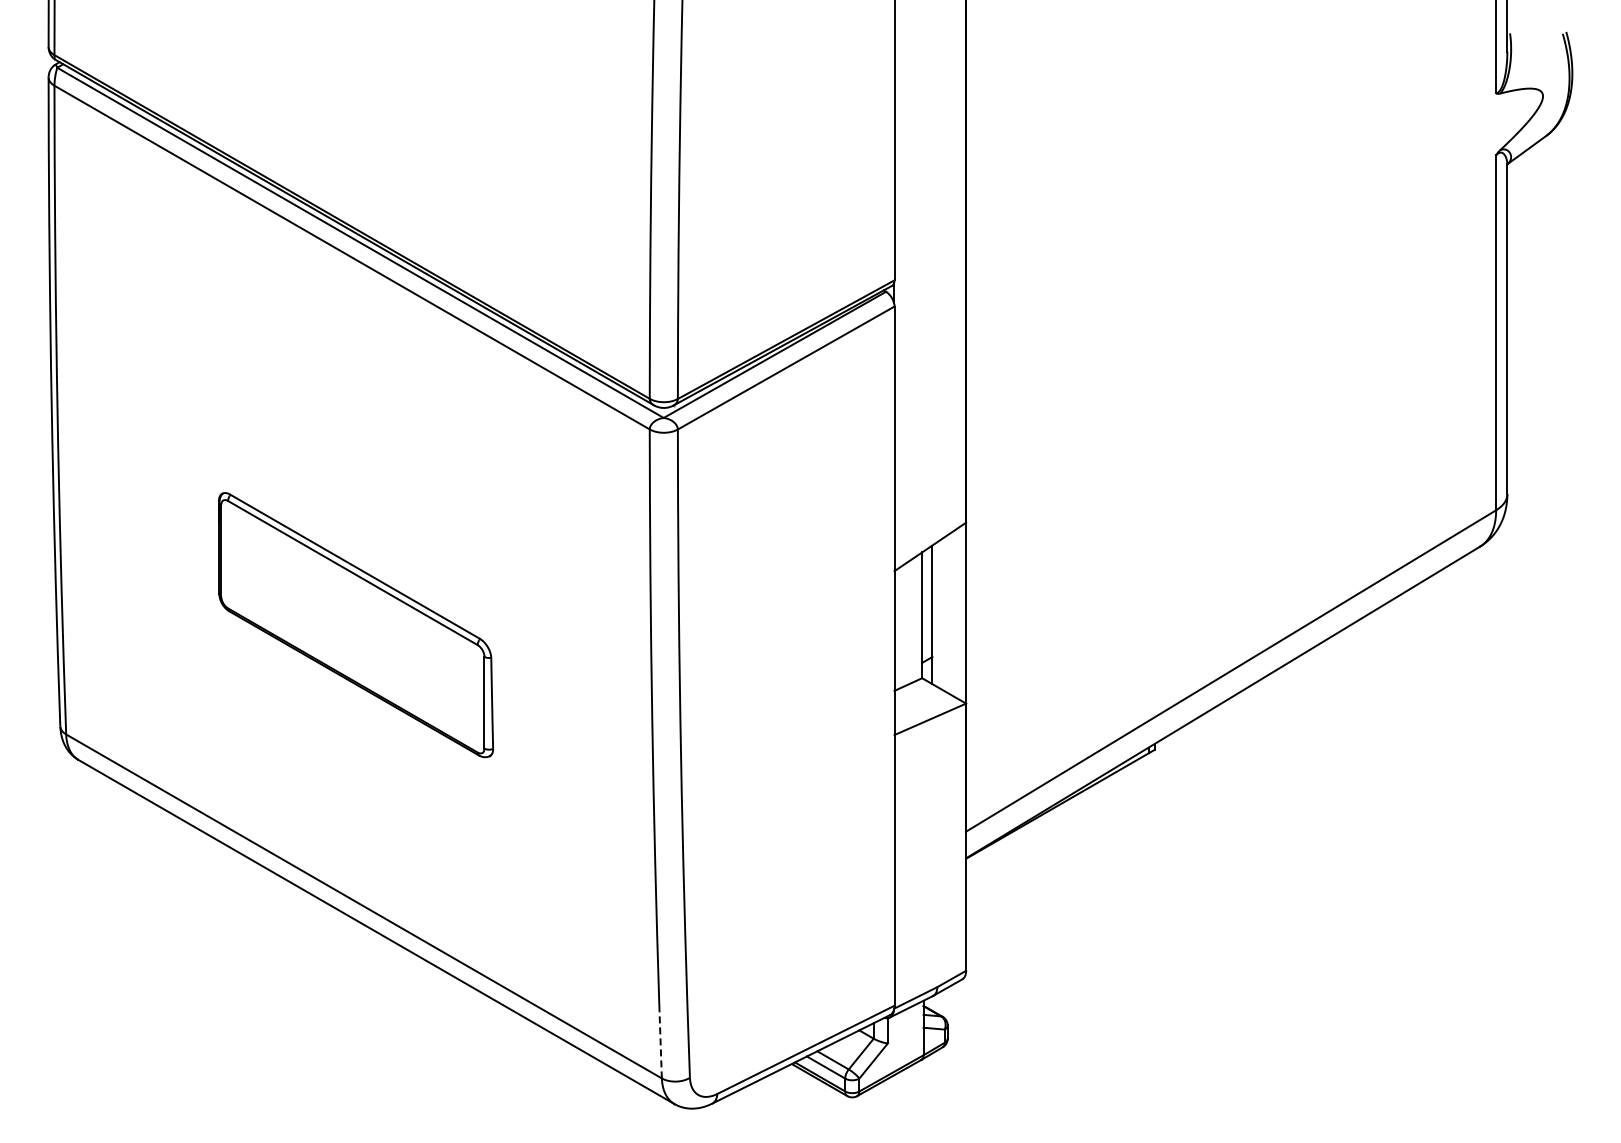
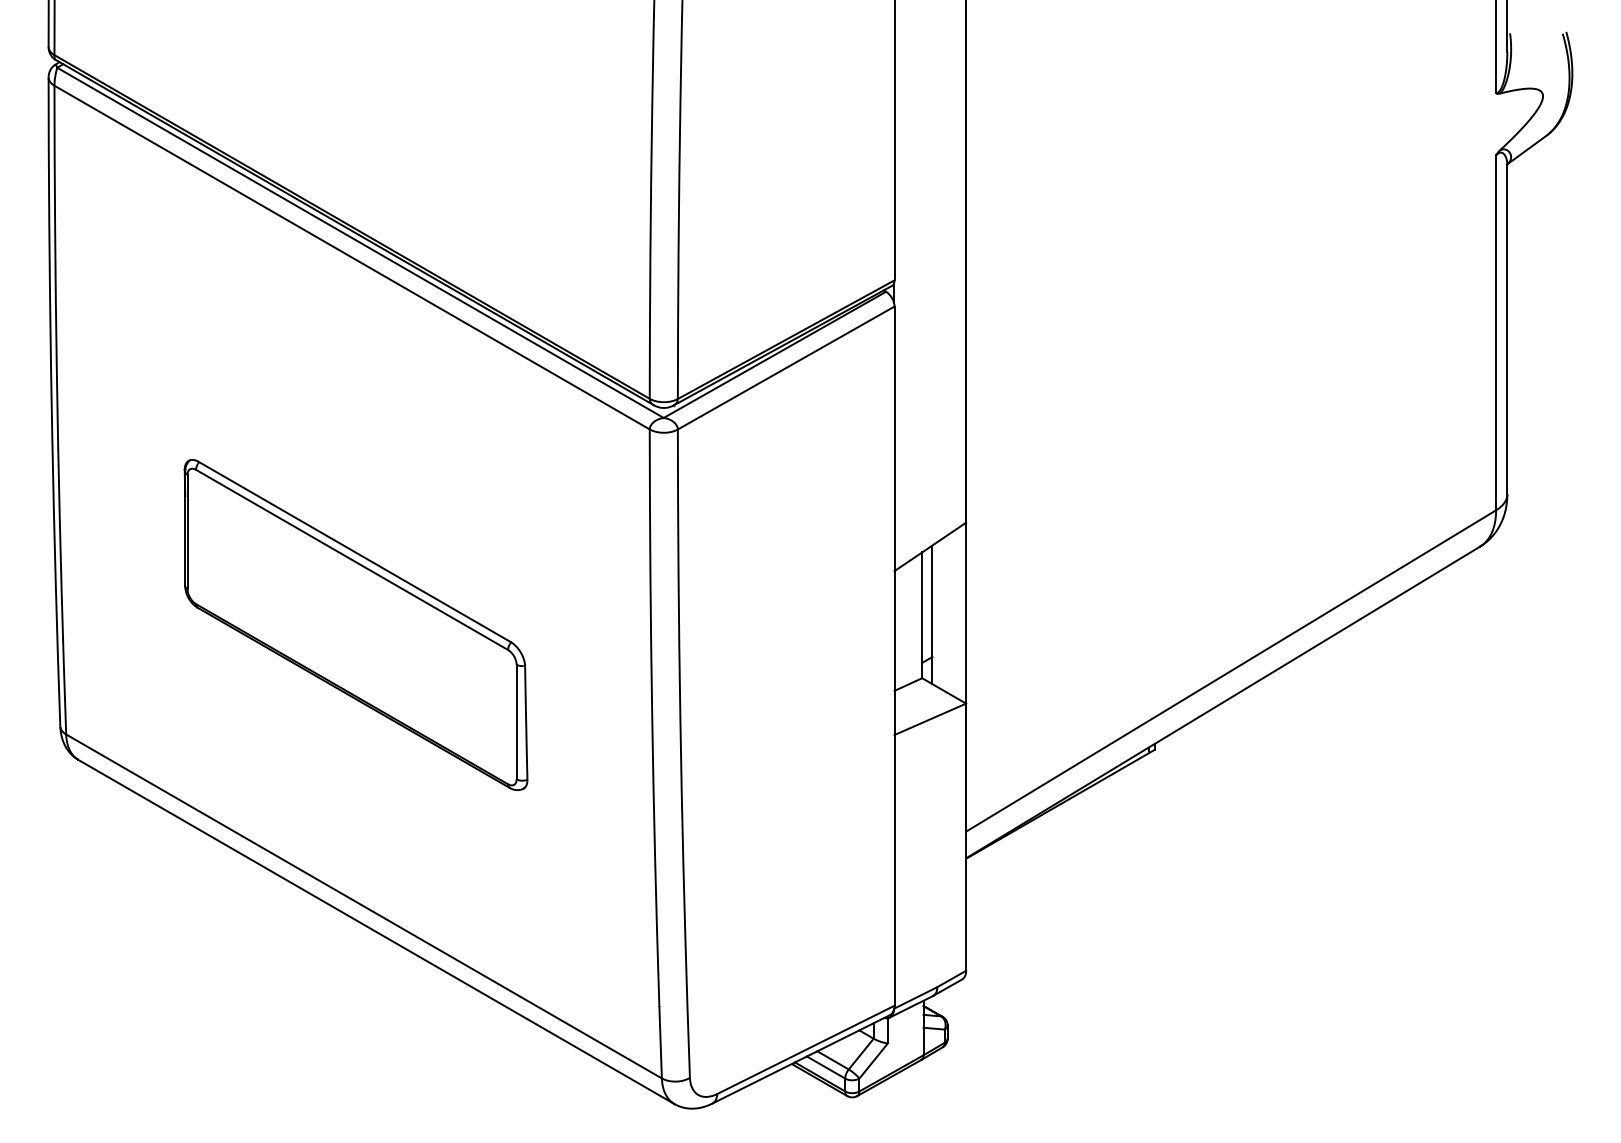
part at (356, 625) size: 277x267 px -> 346x333 px
line at (660, 1042): dashed -> solid
